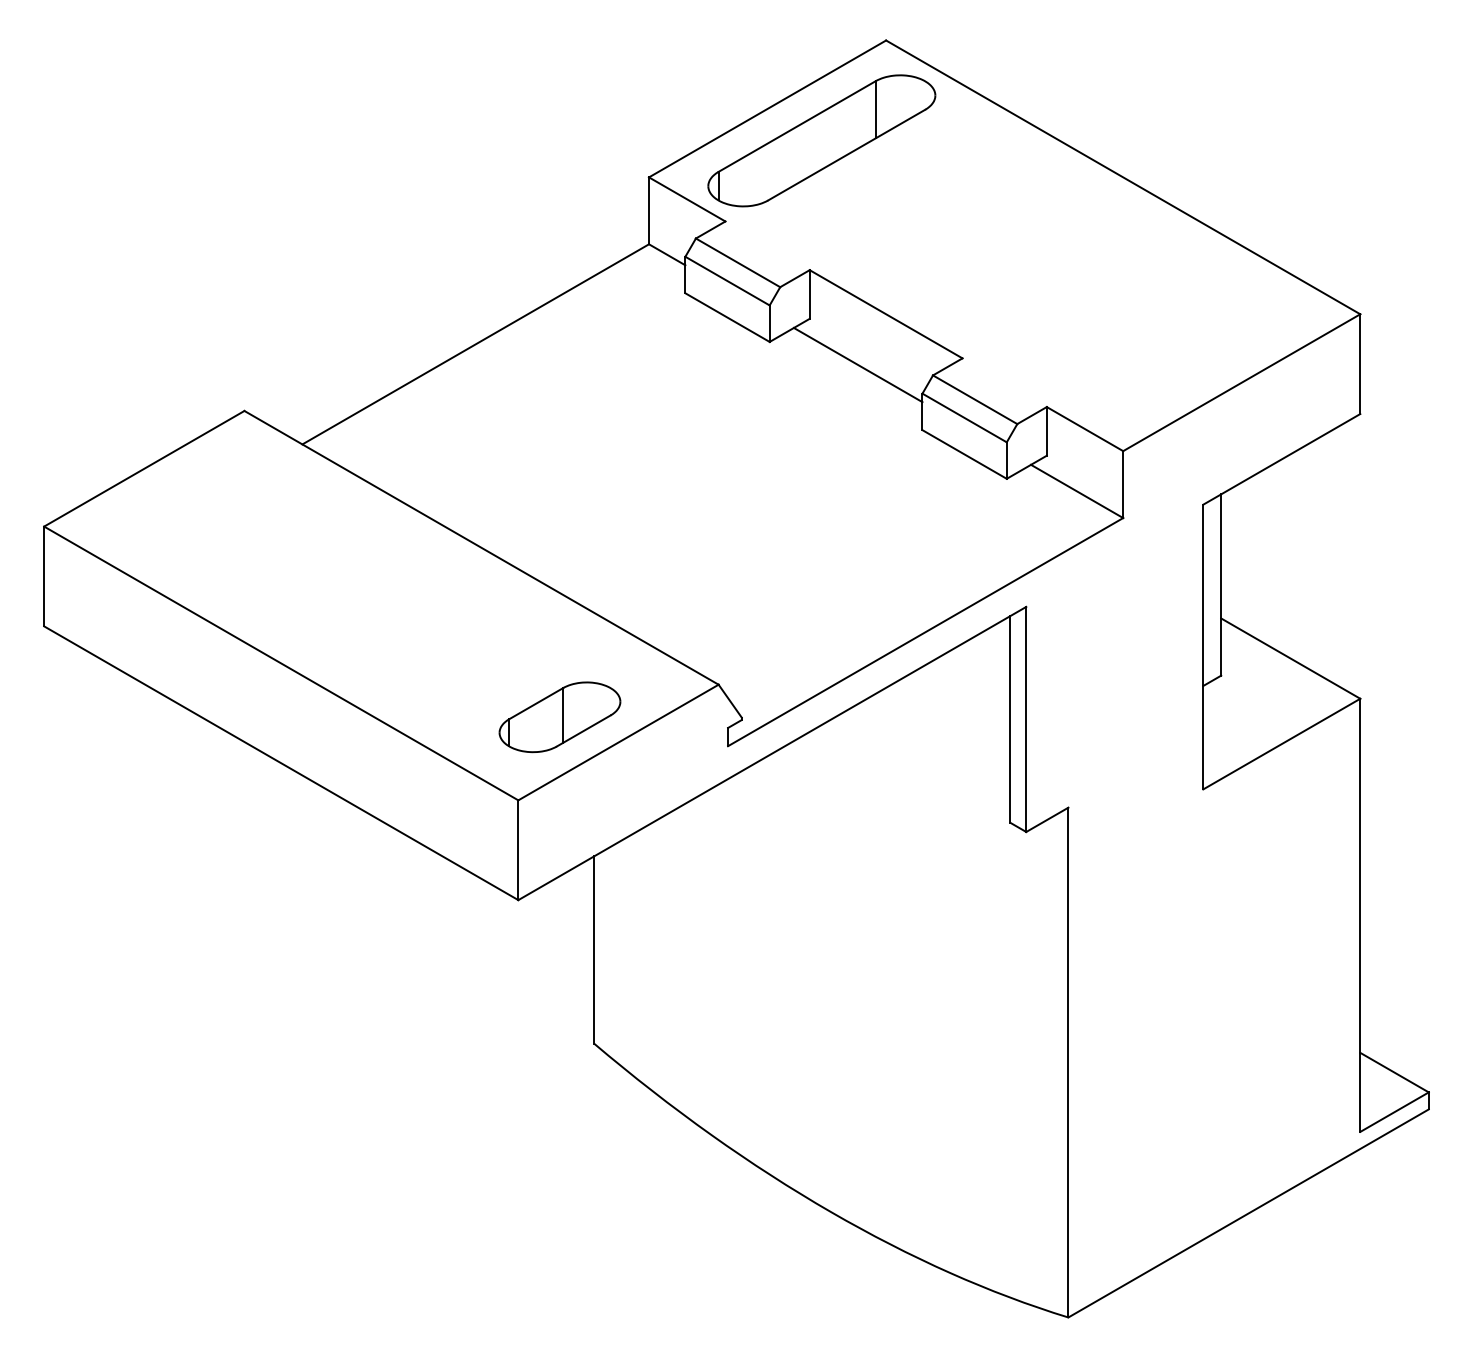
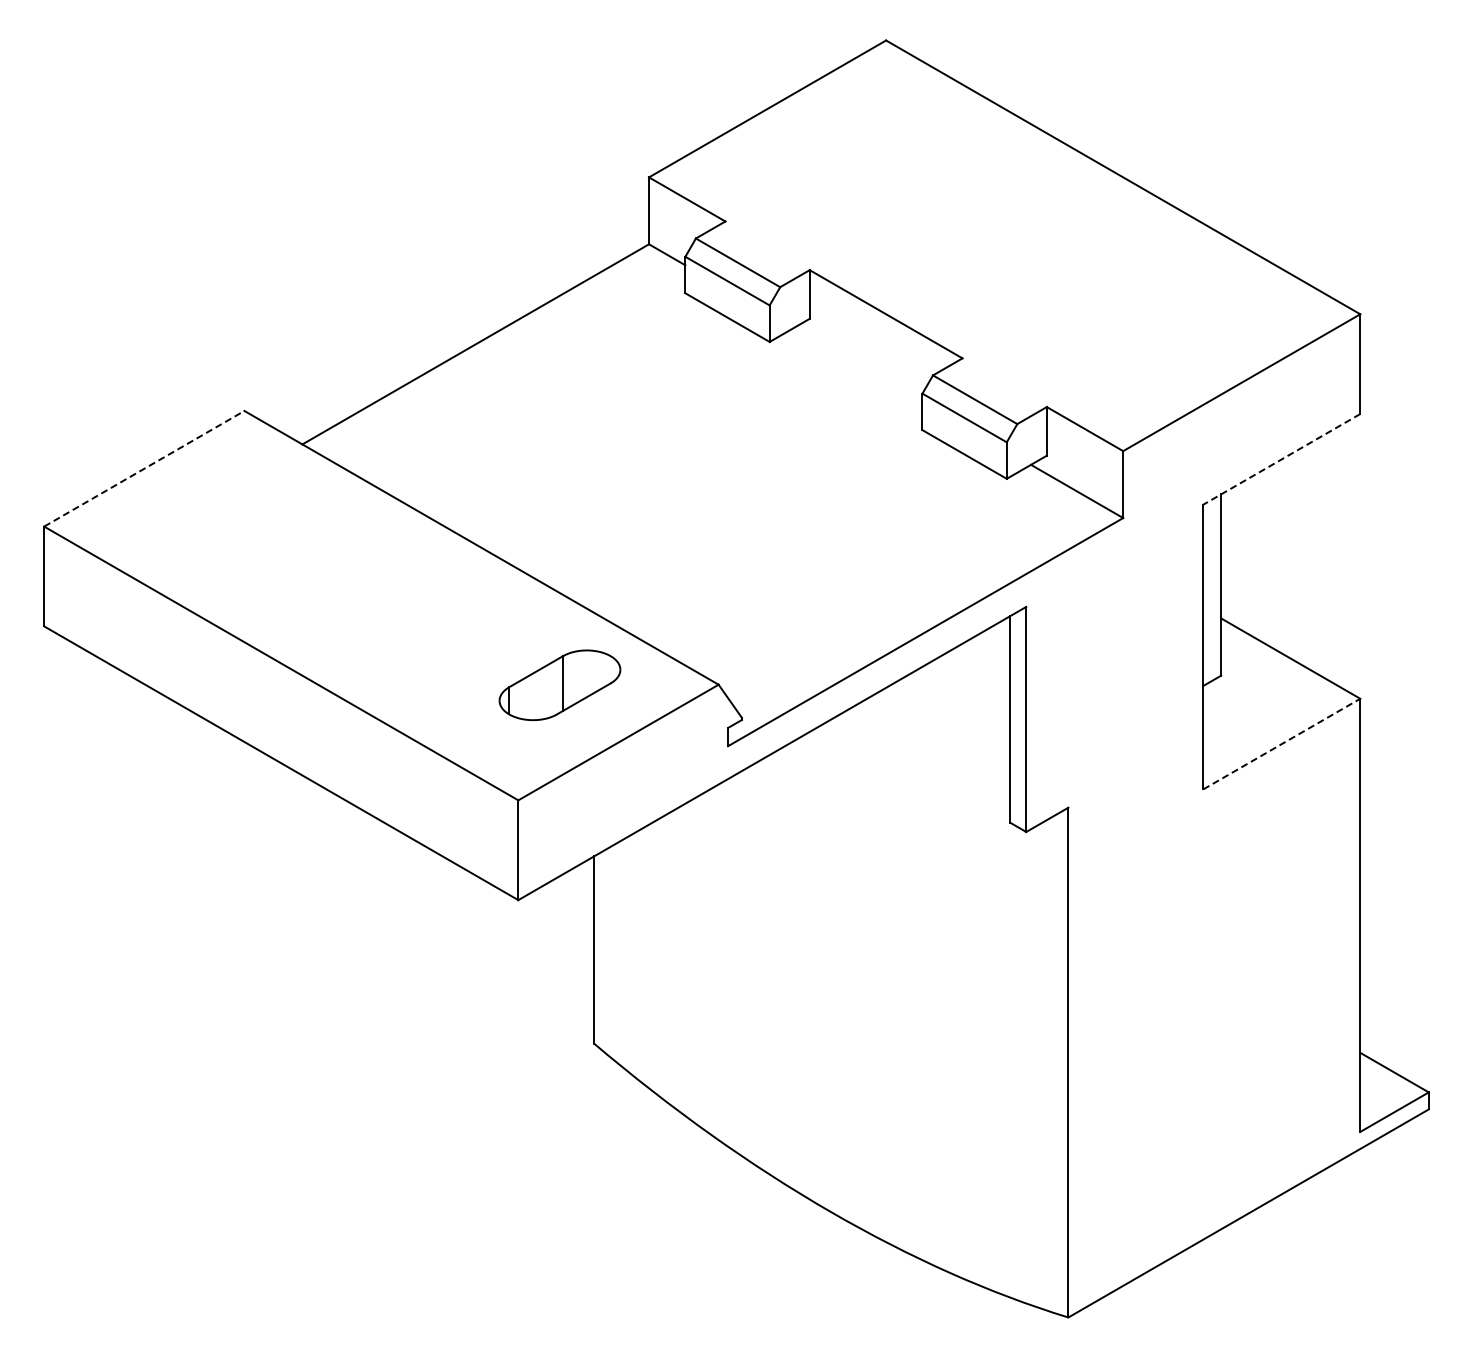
part at (821, 140): present -> none
line at (857, 364): present -> none
line at (1281, 459): solid -> dashed
line at (144, 468): solid -> dashed
part at (559, 717) position: (559, 717) -> (559, 685)
line at (1281, 744): solid -> dashed
